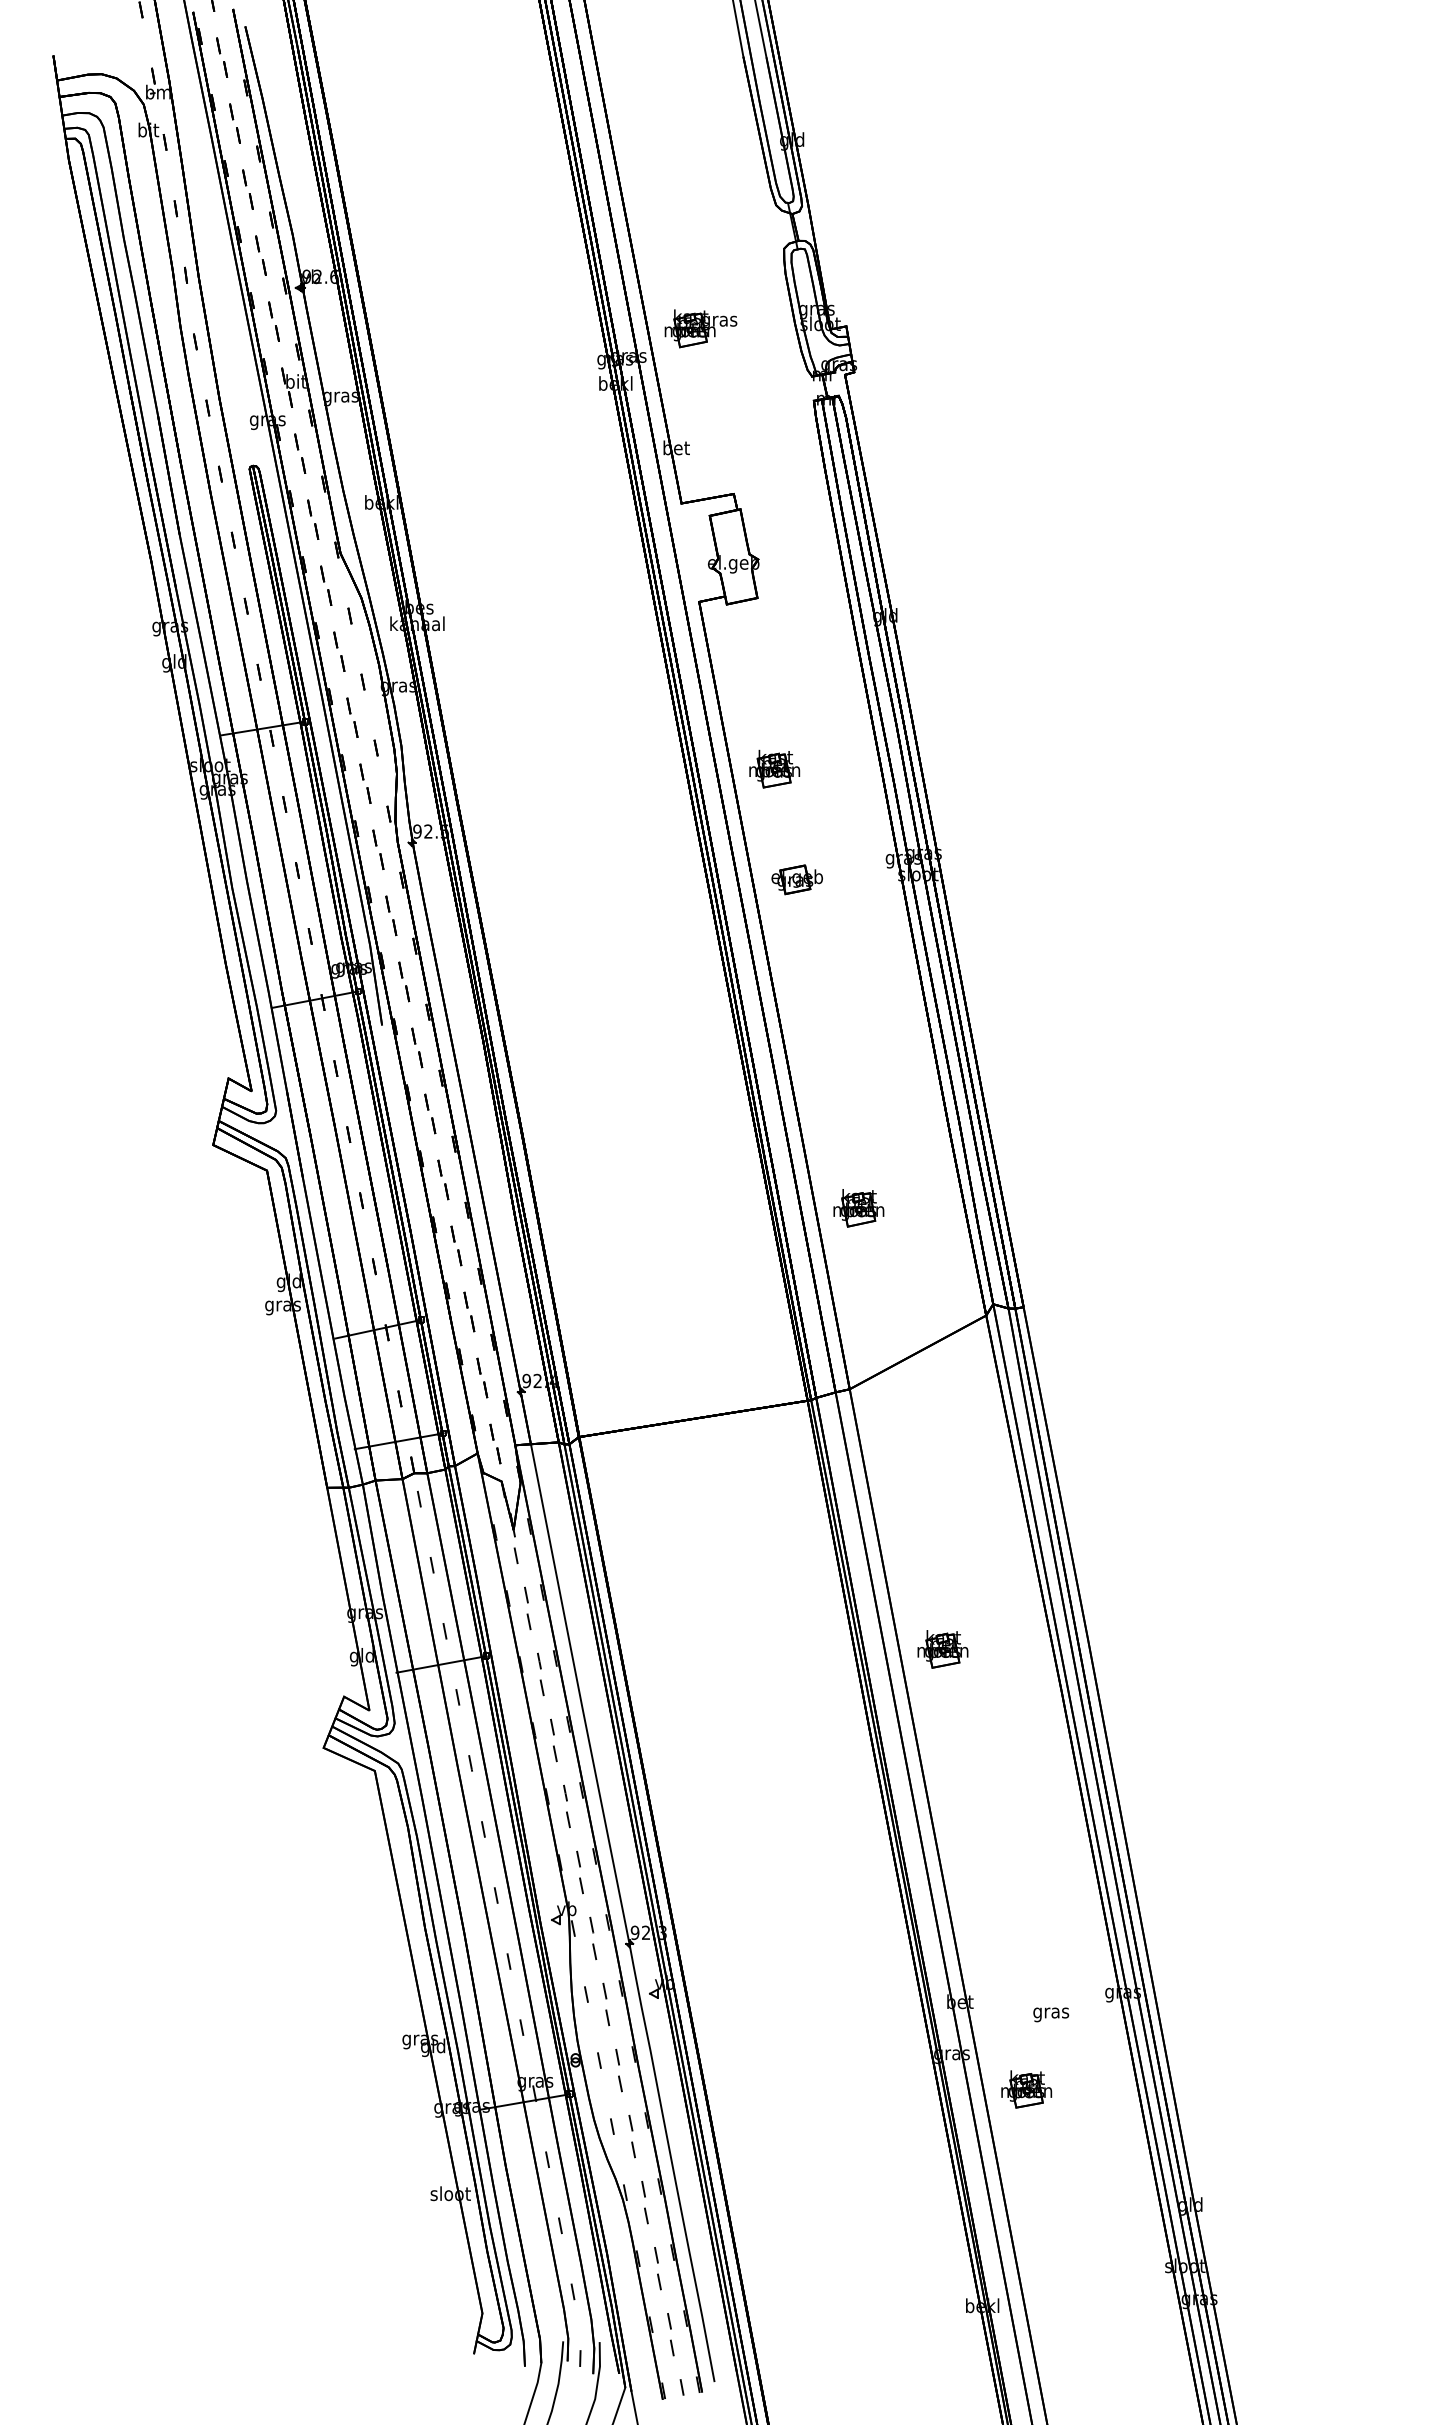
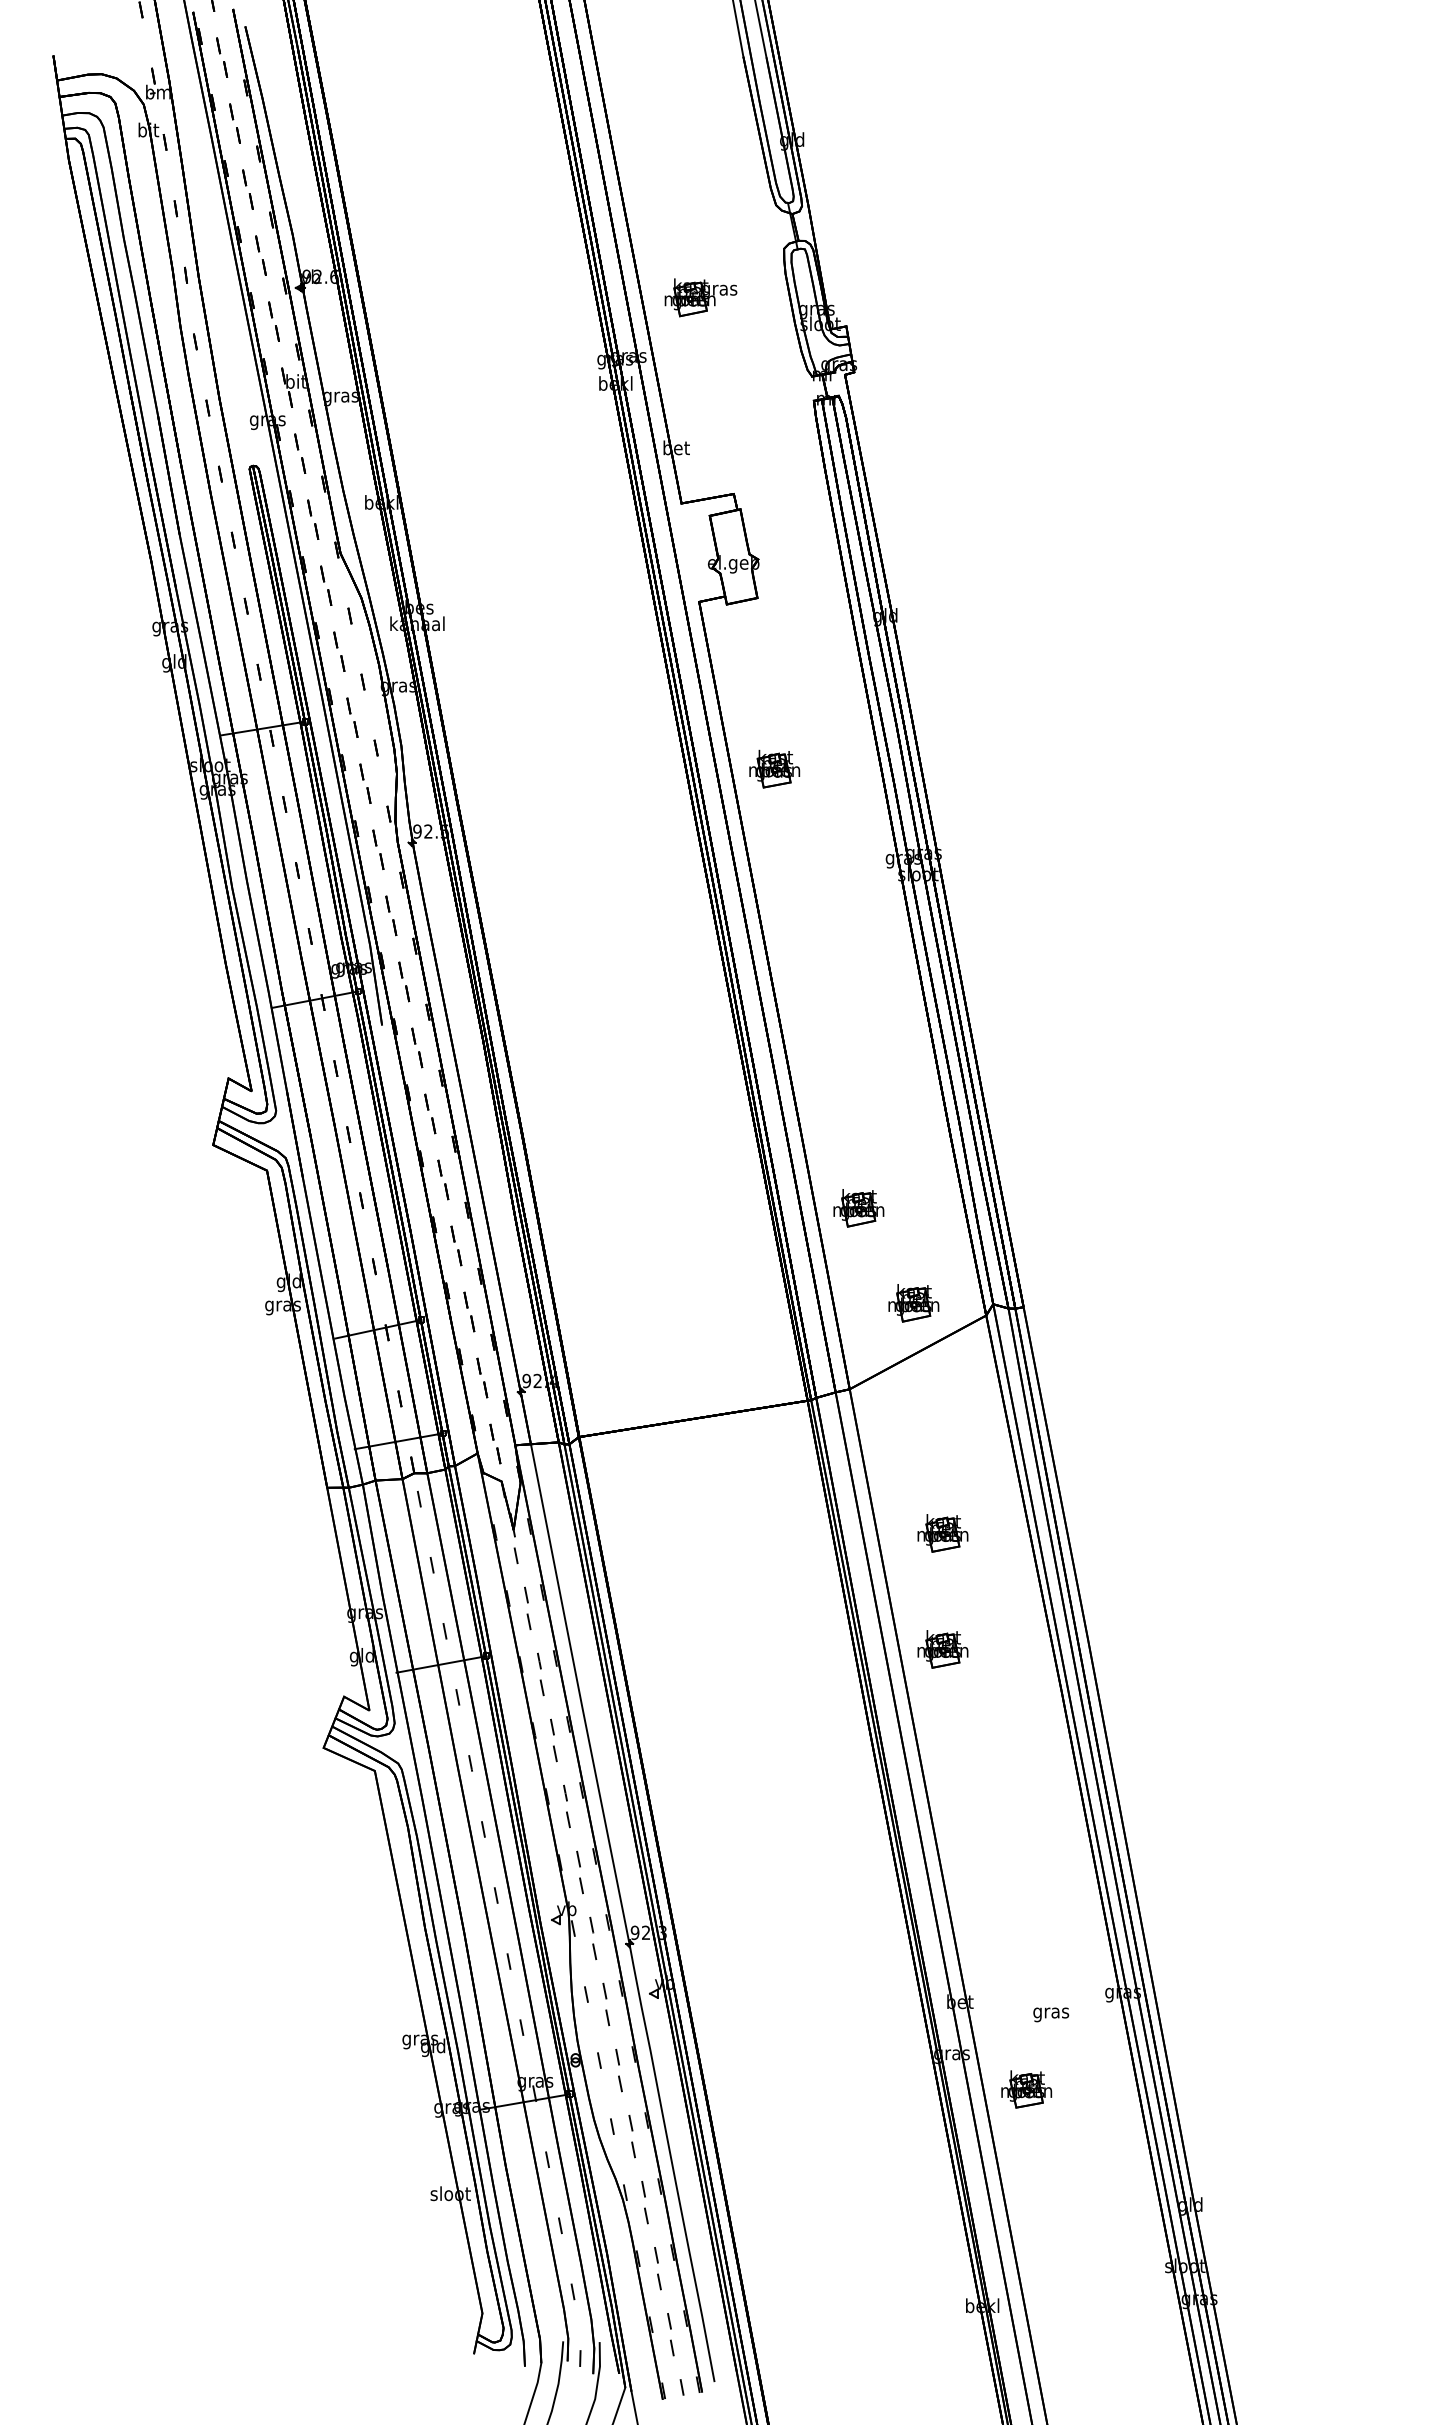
part at (700, 328) position: (700, 328) -> (700, 297)
part at (796, 879): present -> none
part at (913, 1303): none -> present
part at (942, 1533): none -> present
